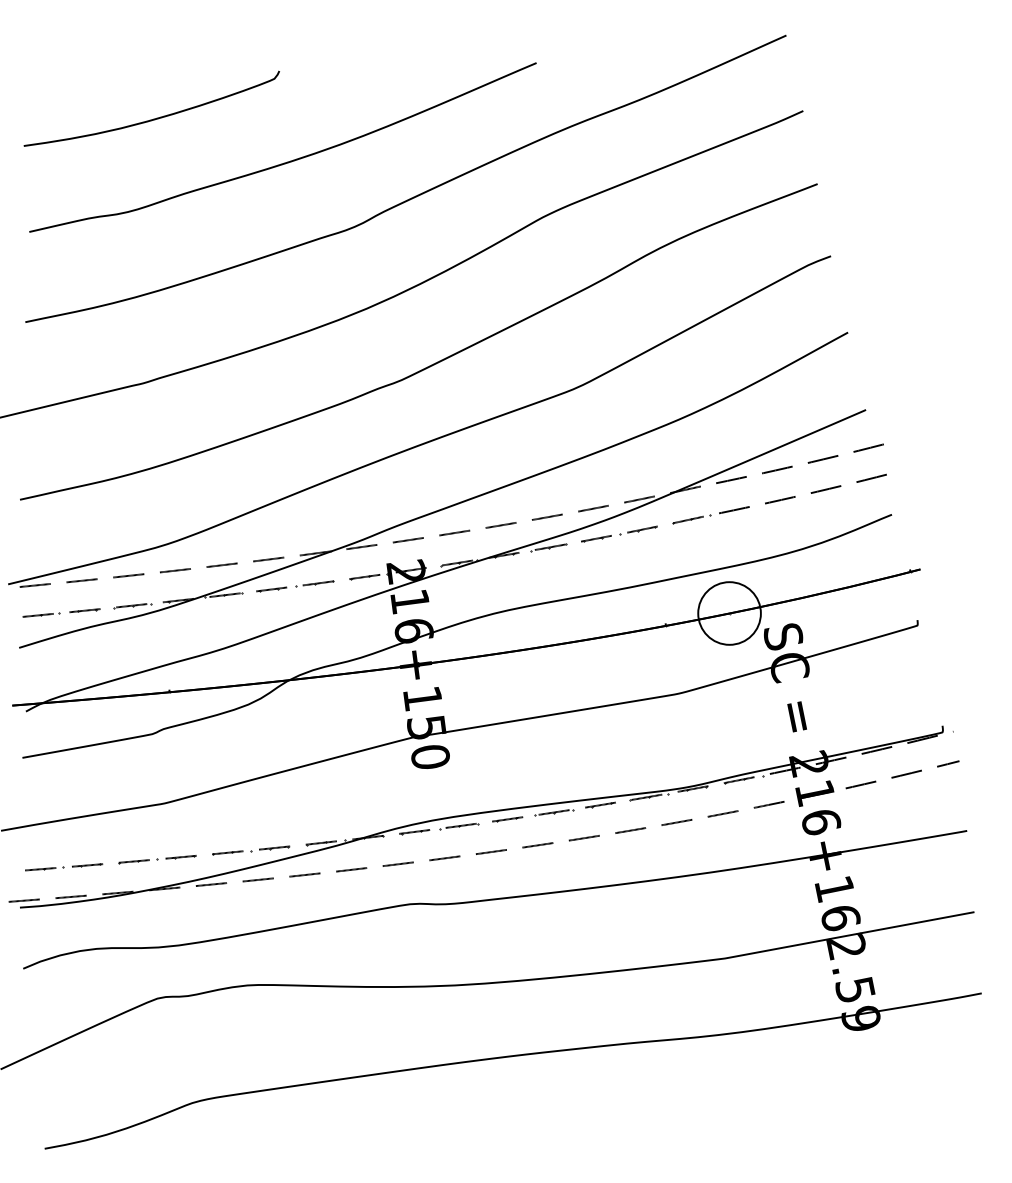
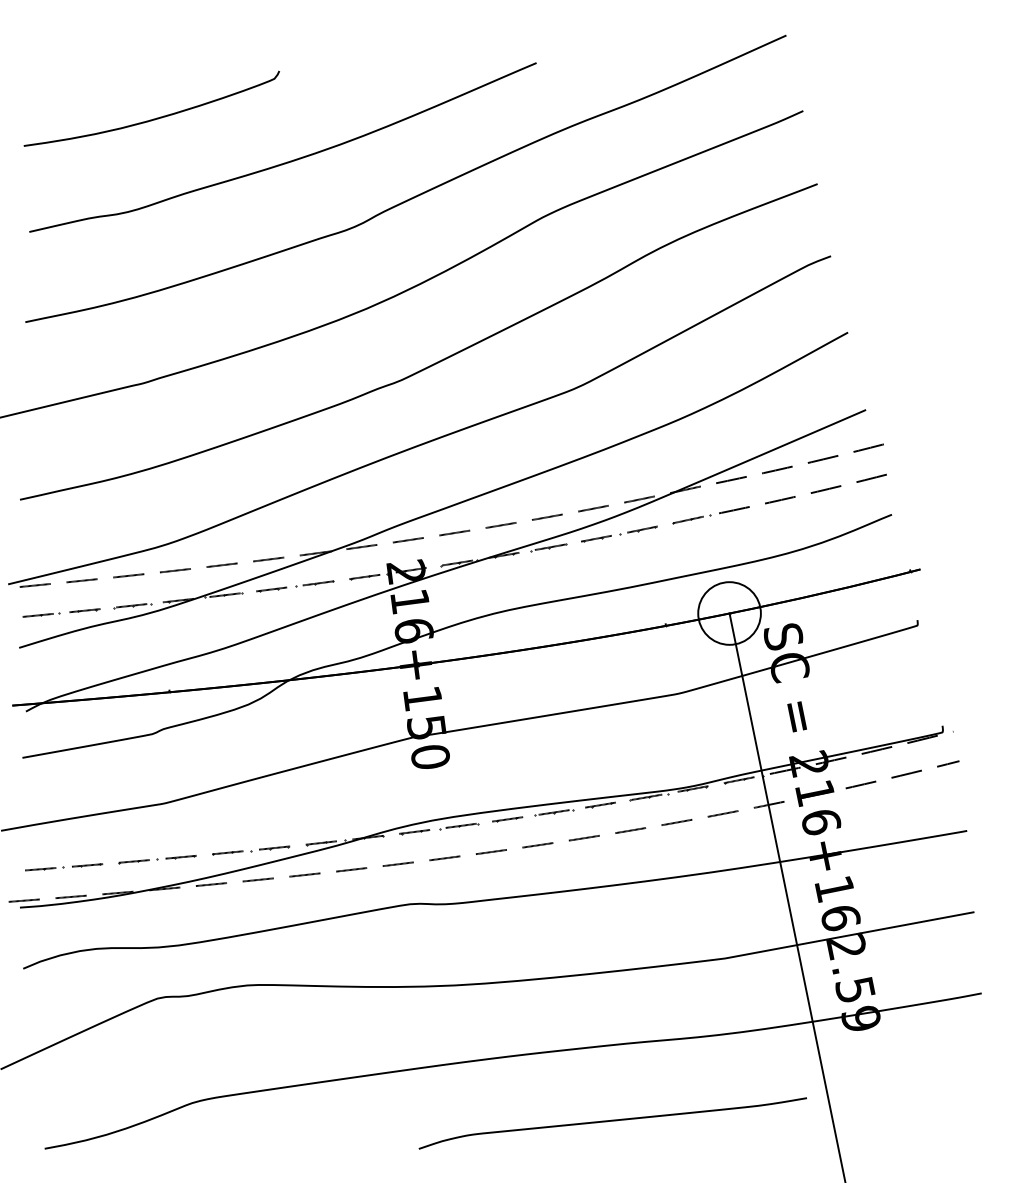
line at (786, 896): none -> present
curve at (612, 1121): none -> present
